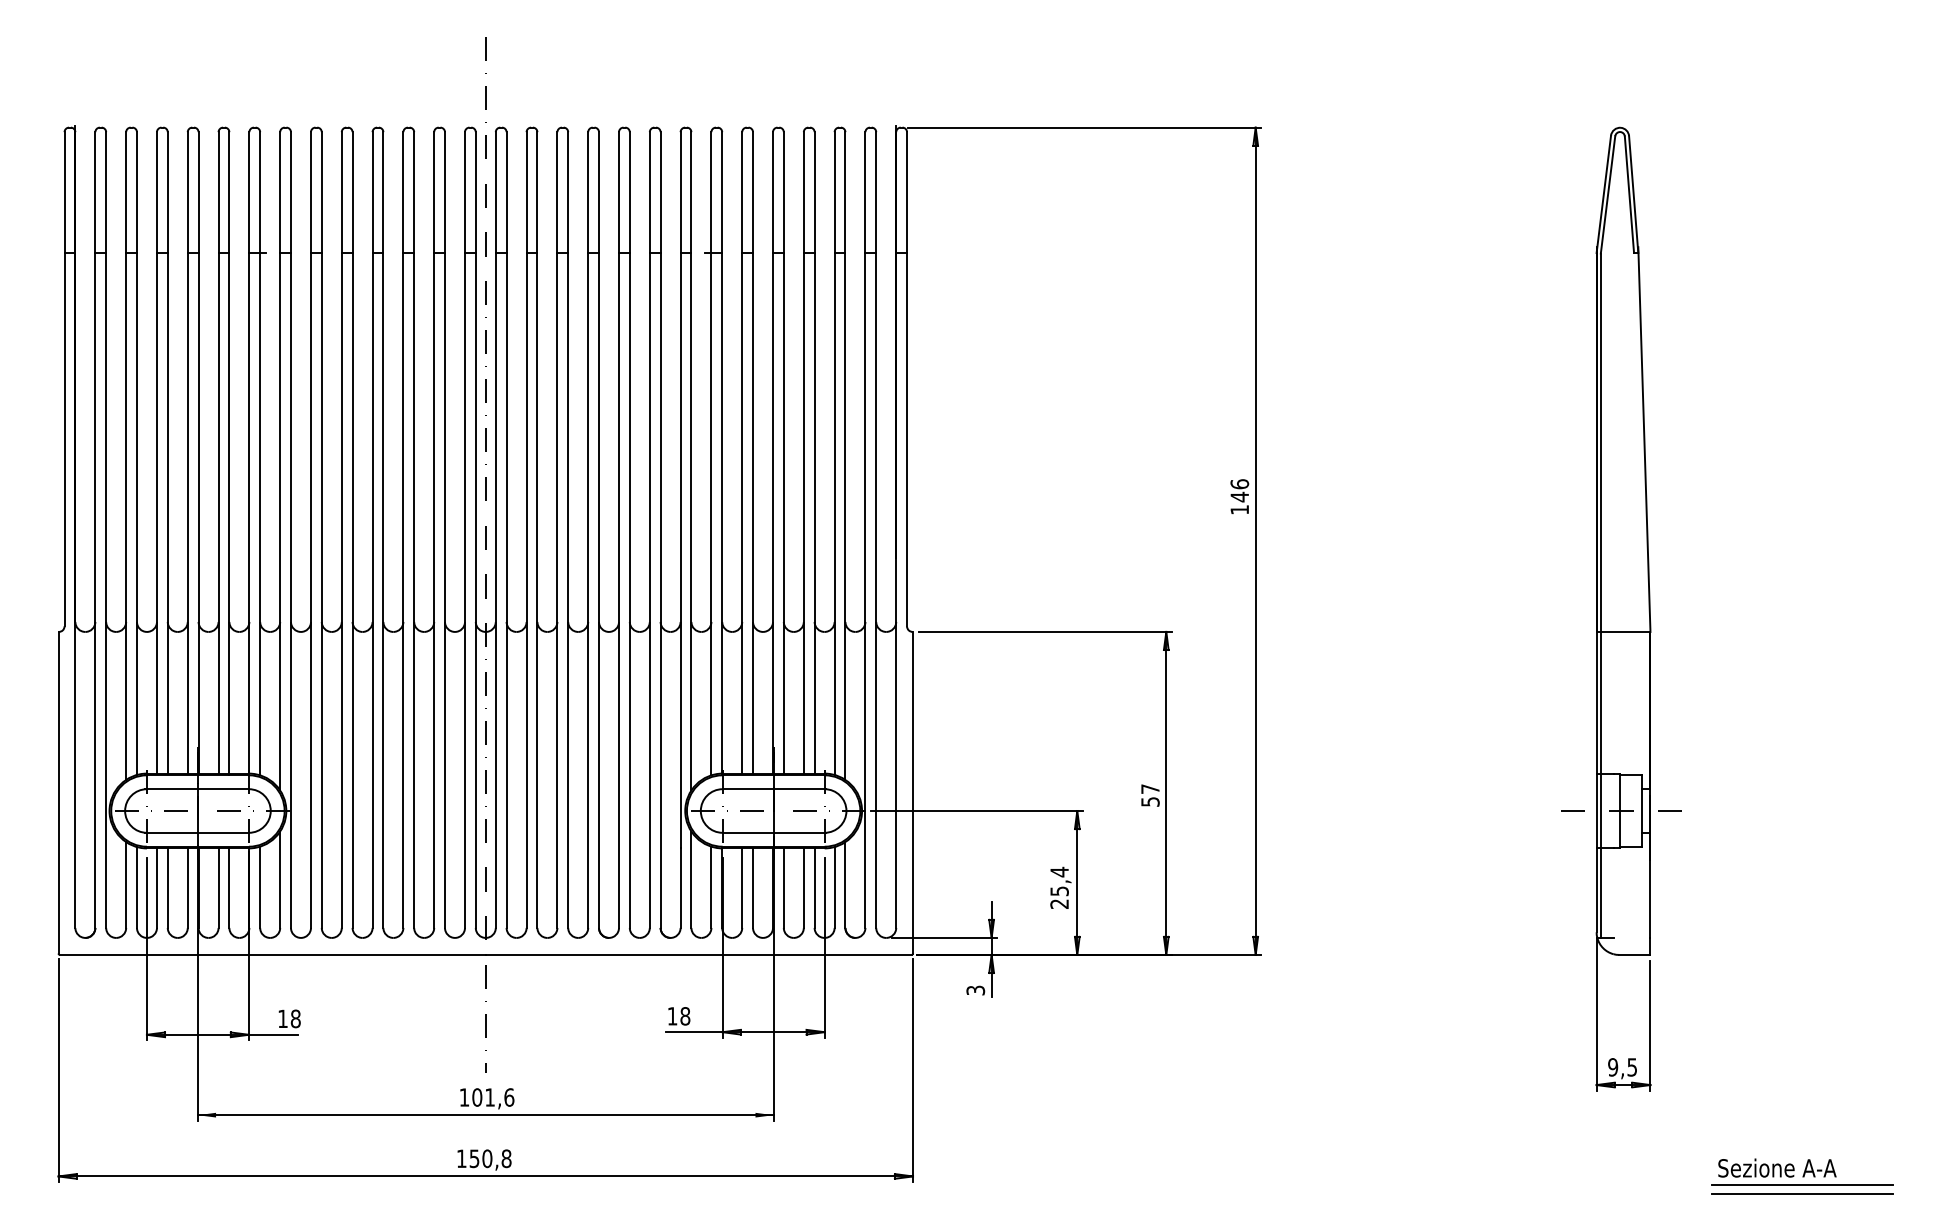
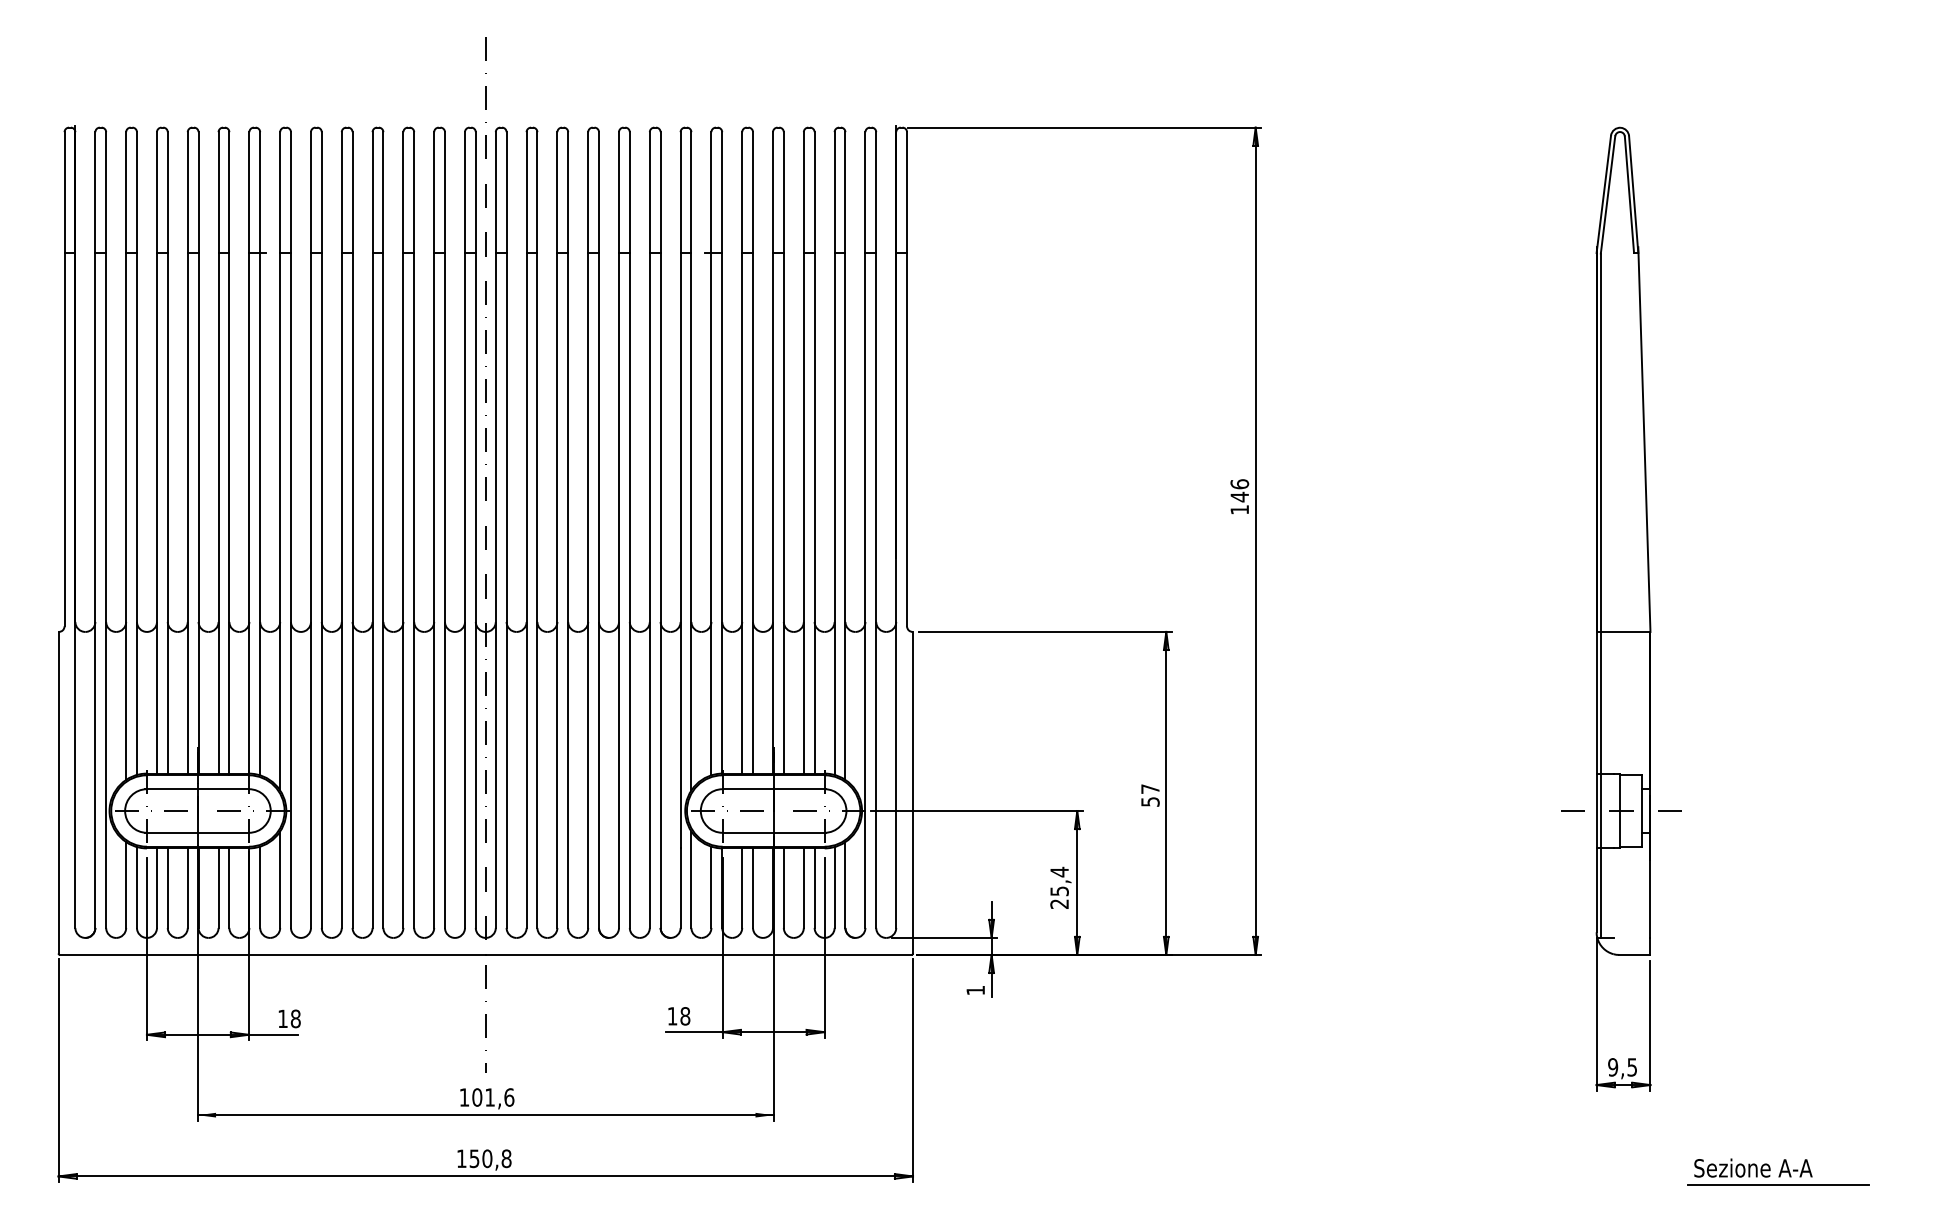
text at (975, 990): 3 -> 1
part at (1802, 1171) position: (1802, 1171) -> (1778, 1171)
line at (1802, 1194): present -> none
